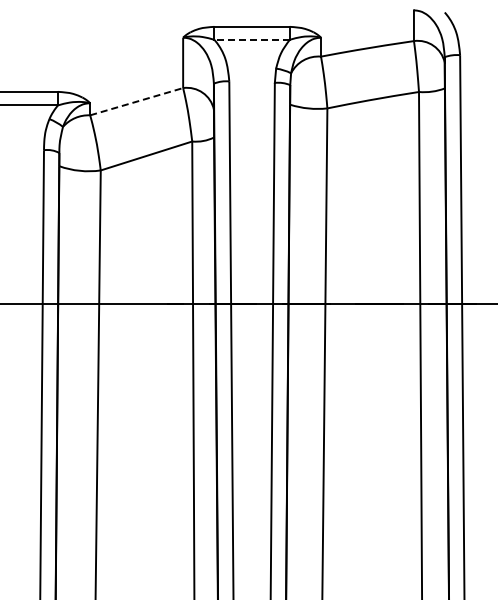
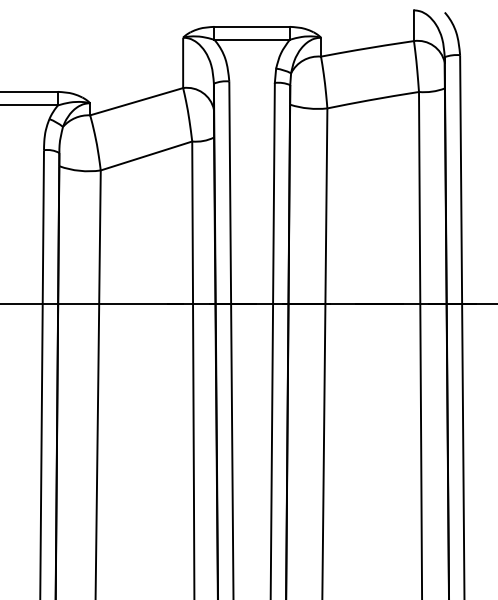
line at (252, 39): dashed -> solid
line at (137, 101): dashed -> solid
